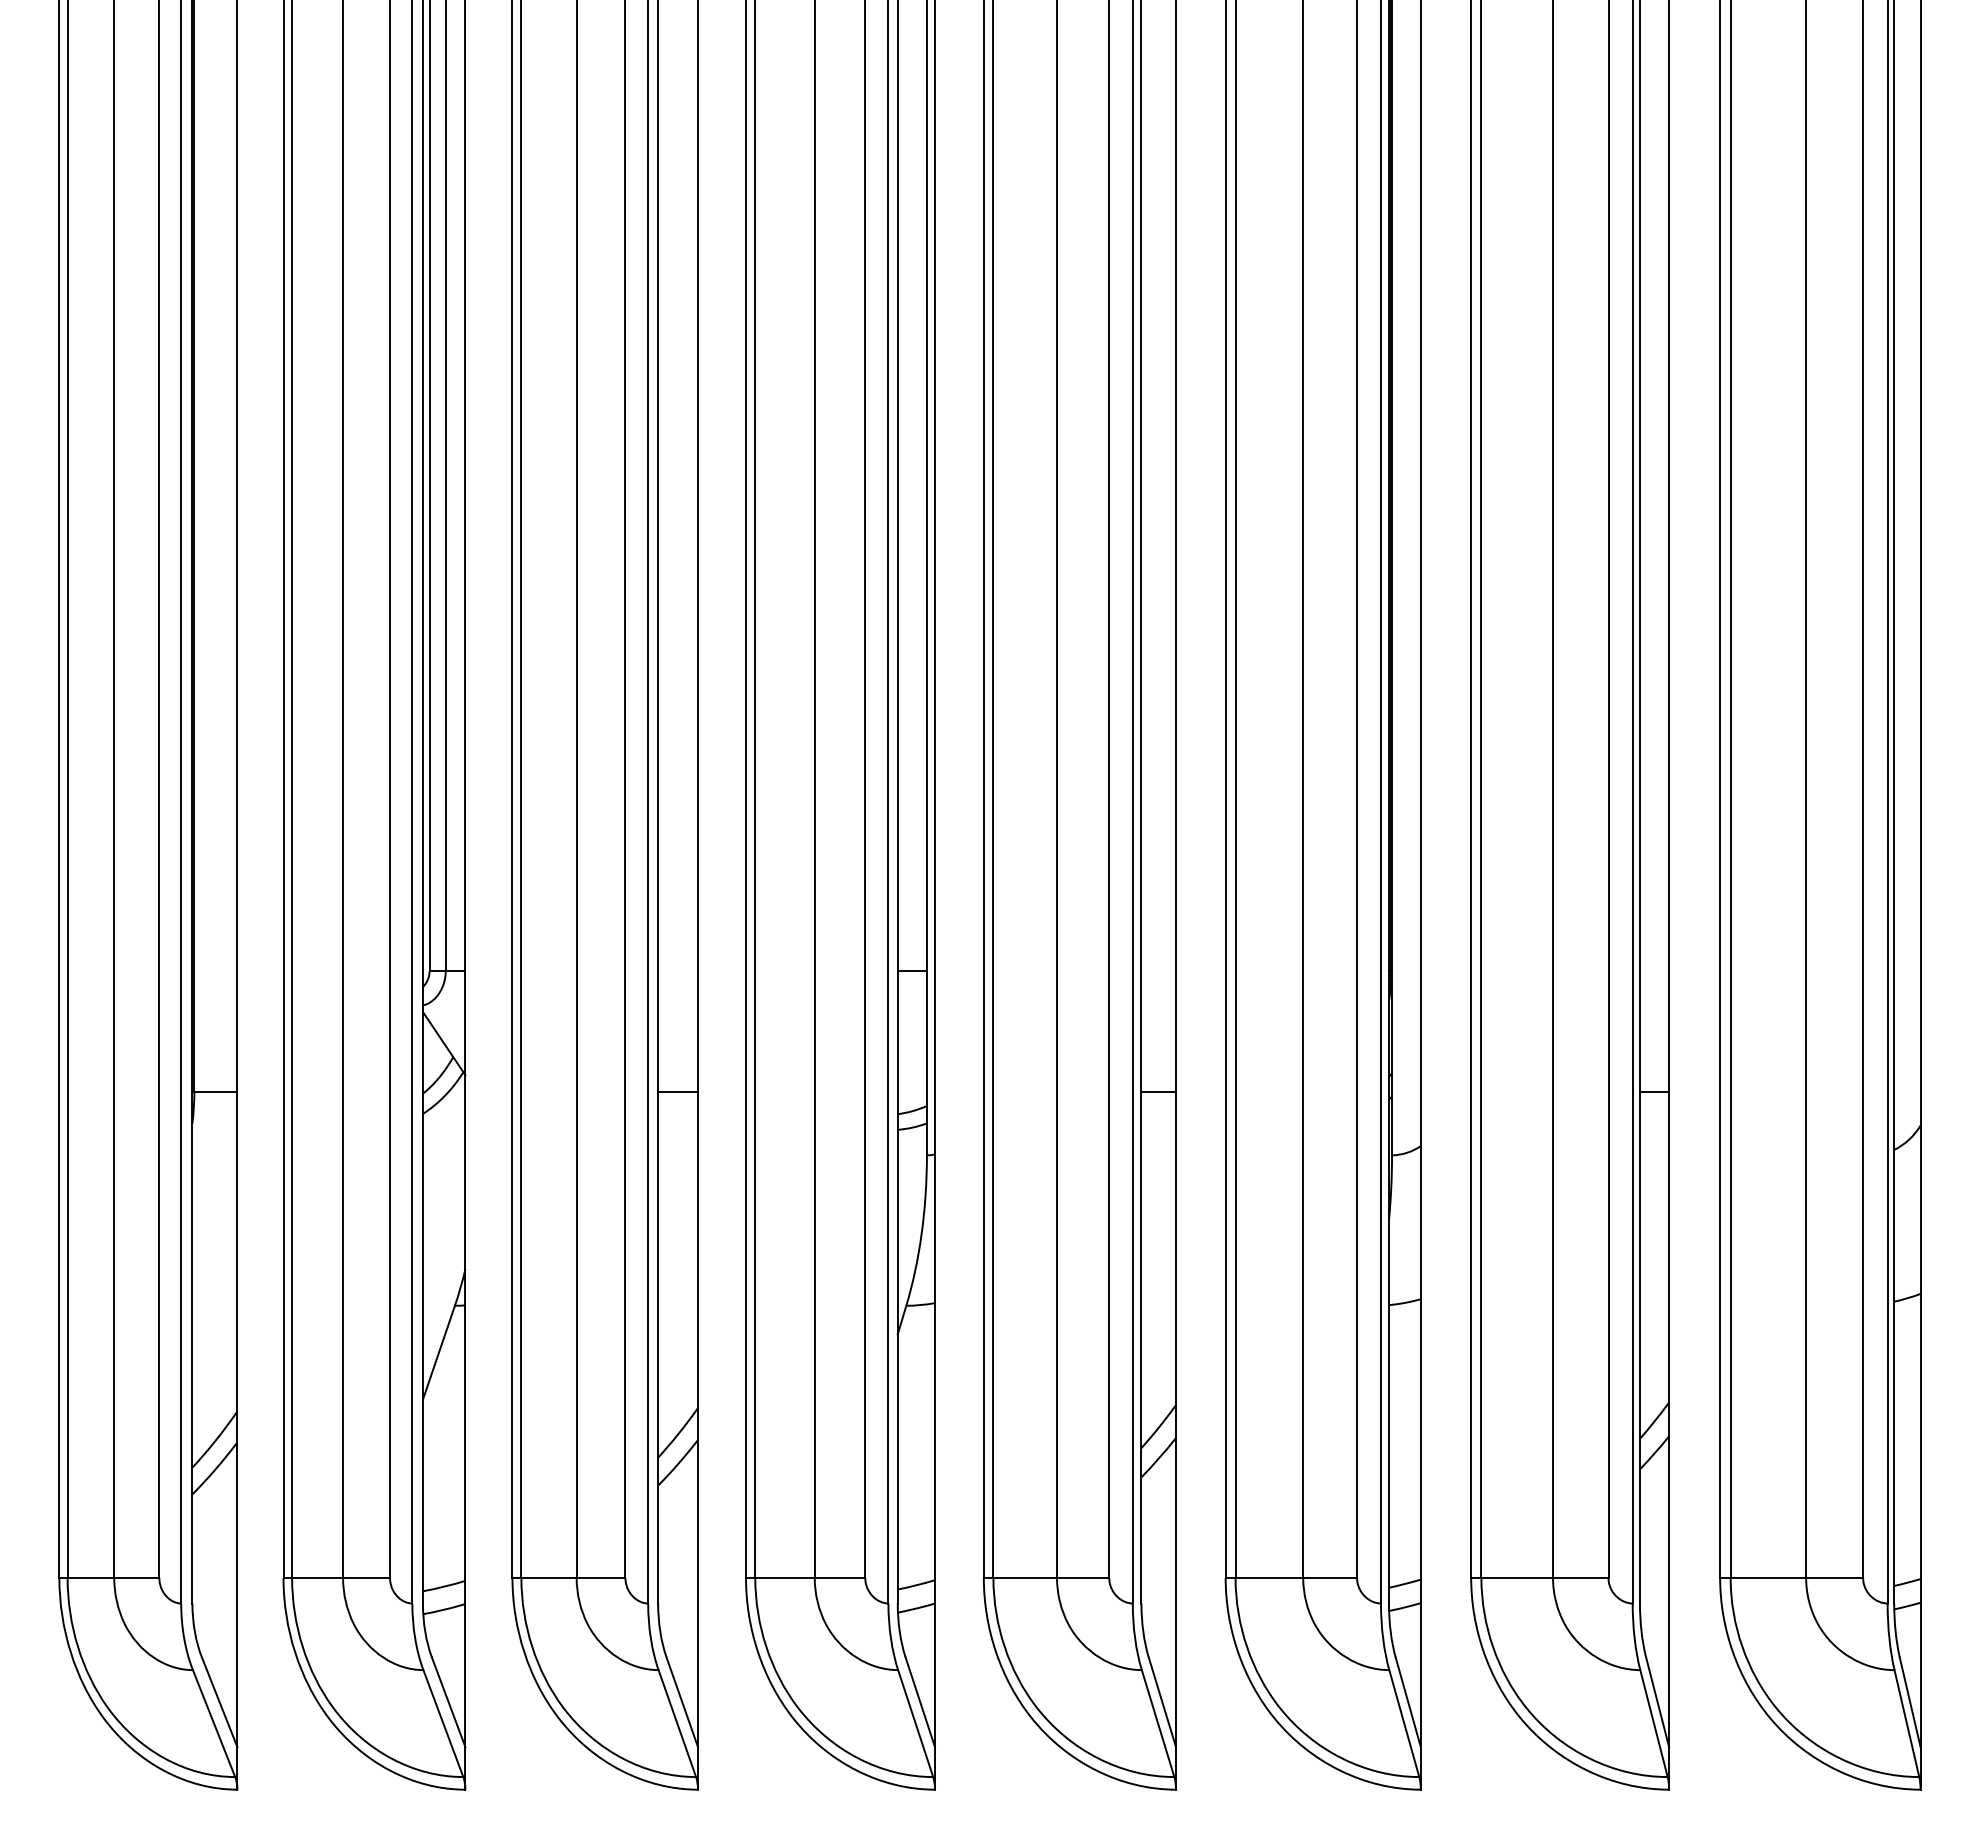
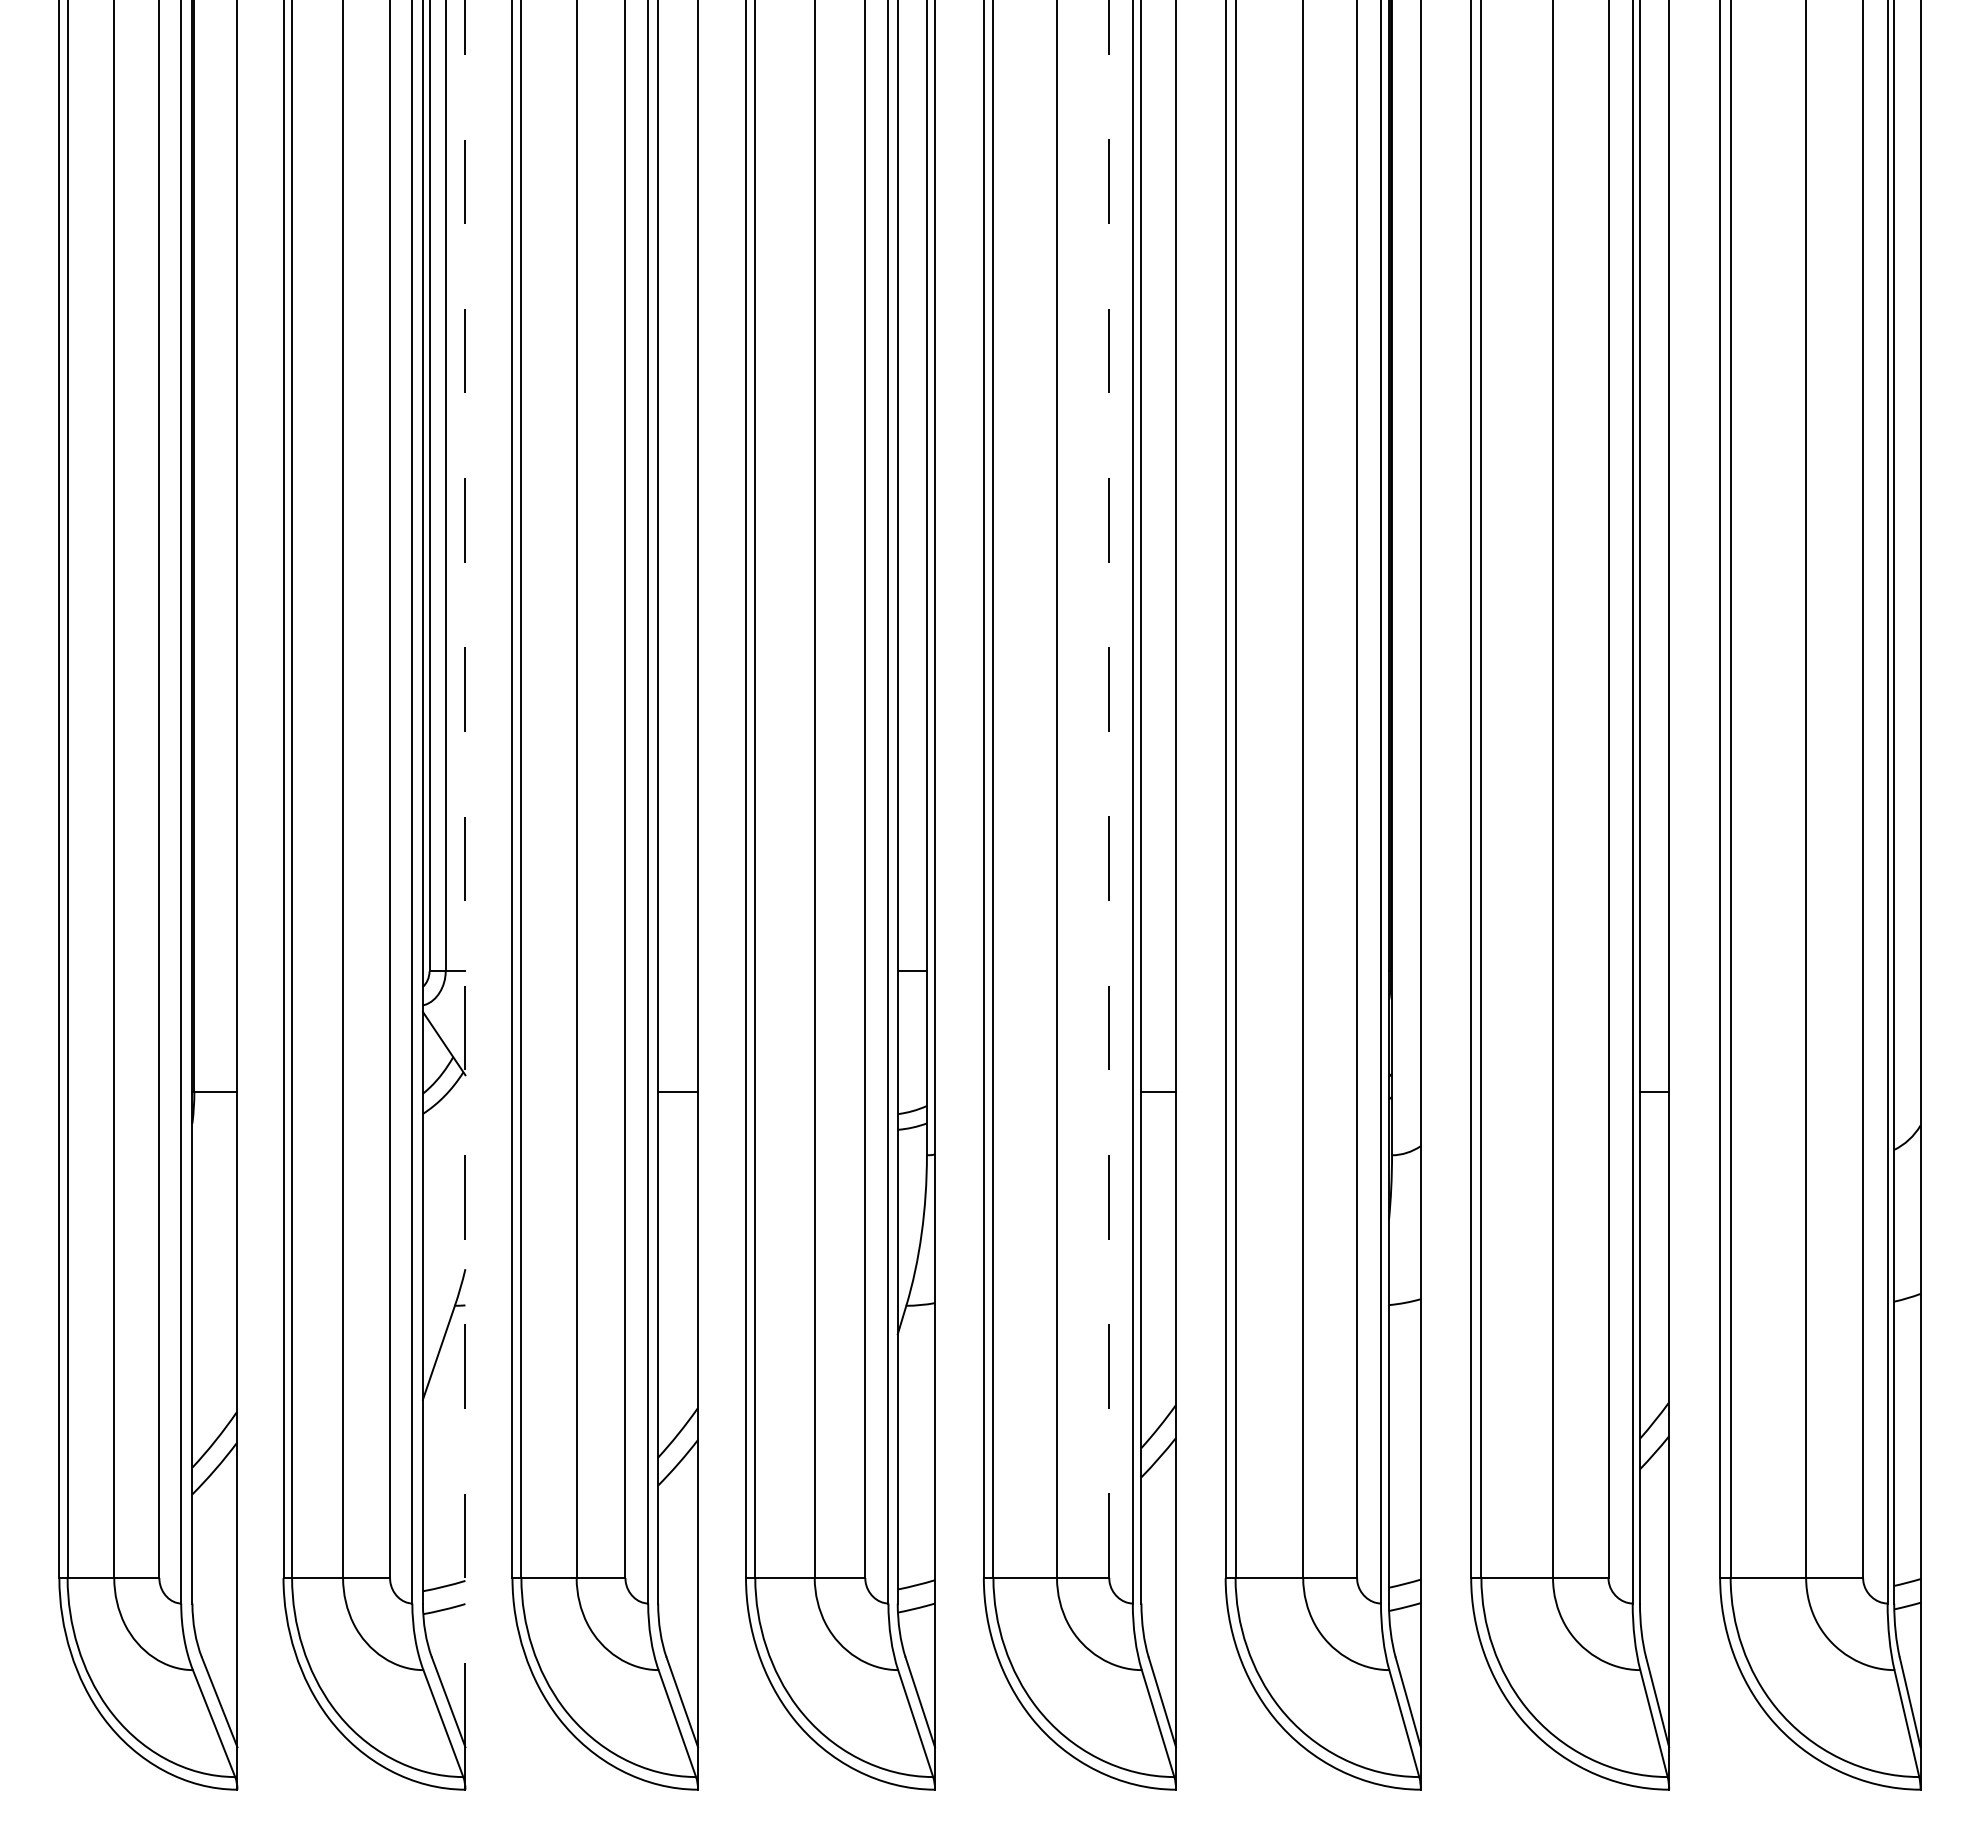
line at (1109, 789): solid -> dashed
line at (465, 874): solid -> dashed
